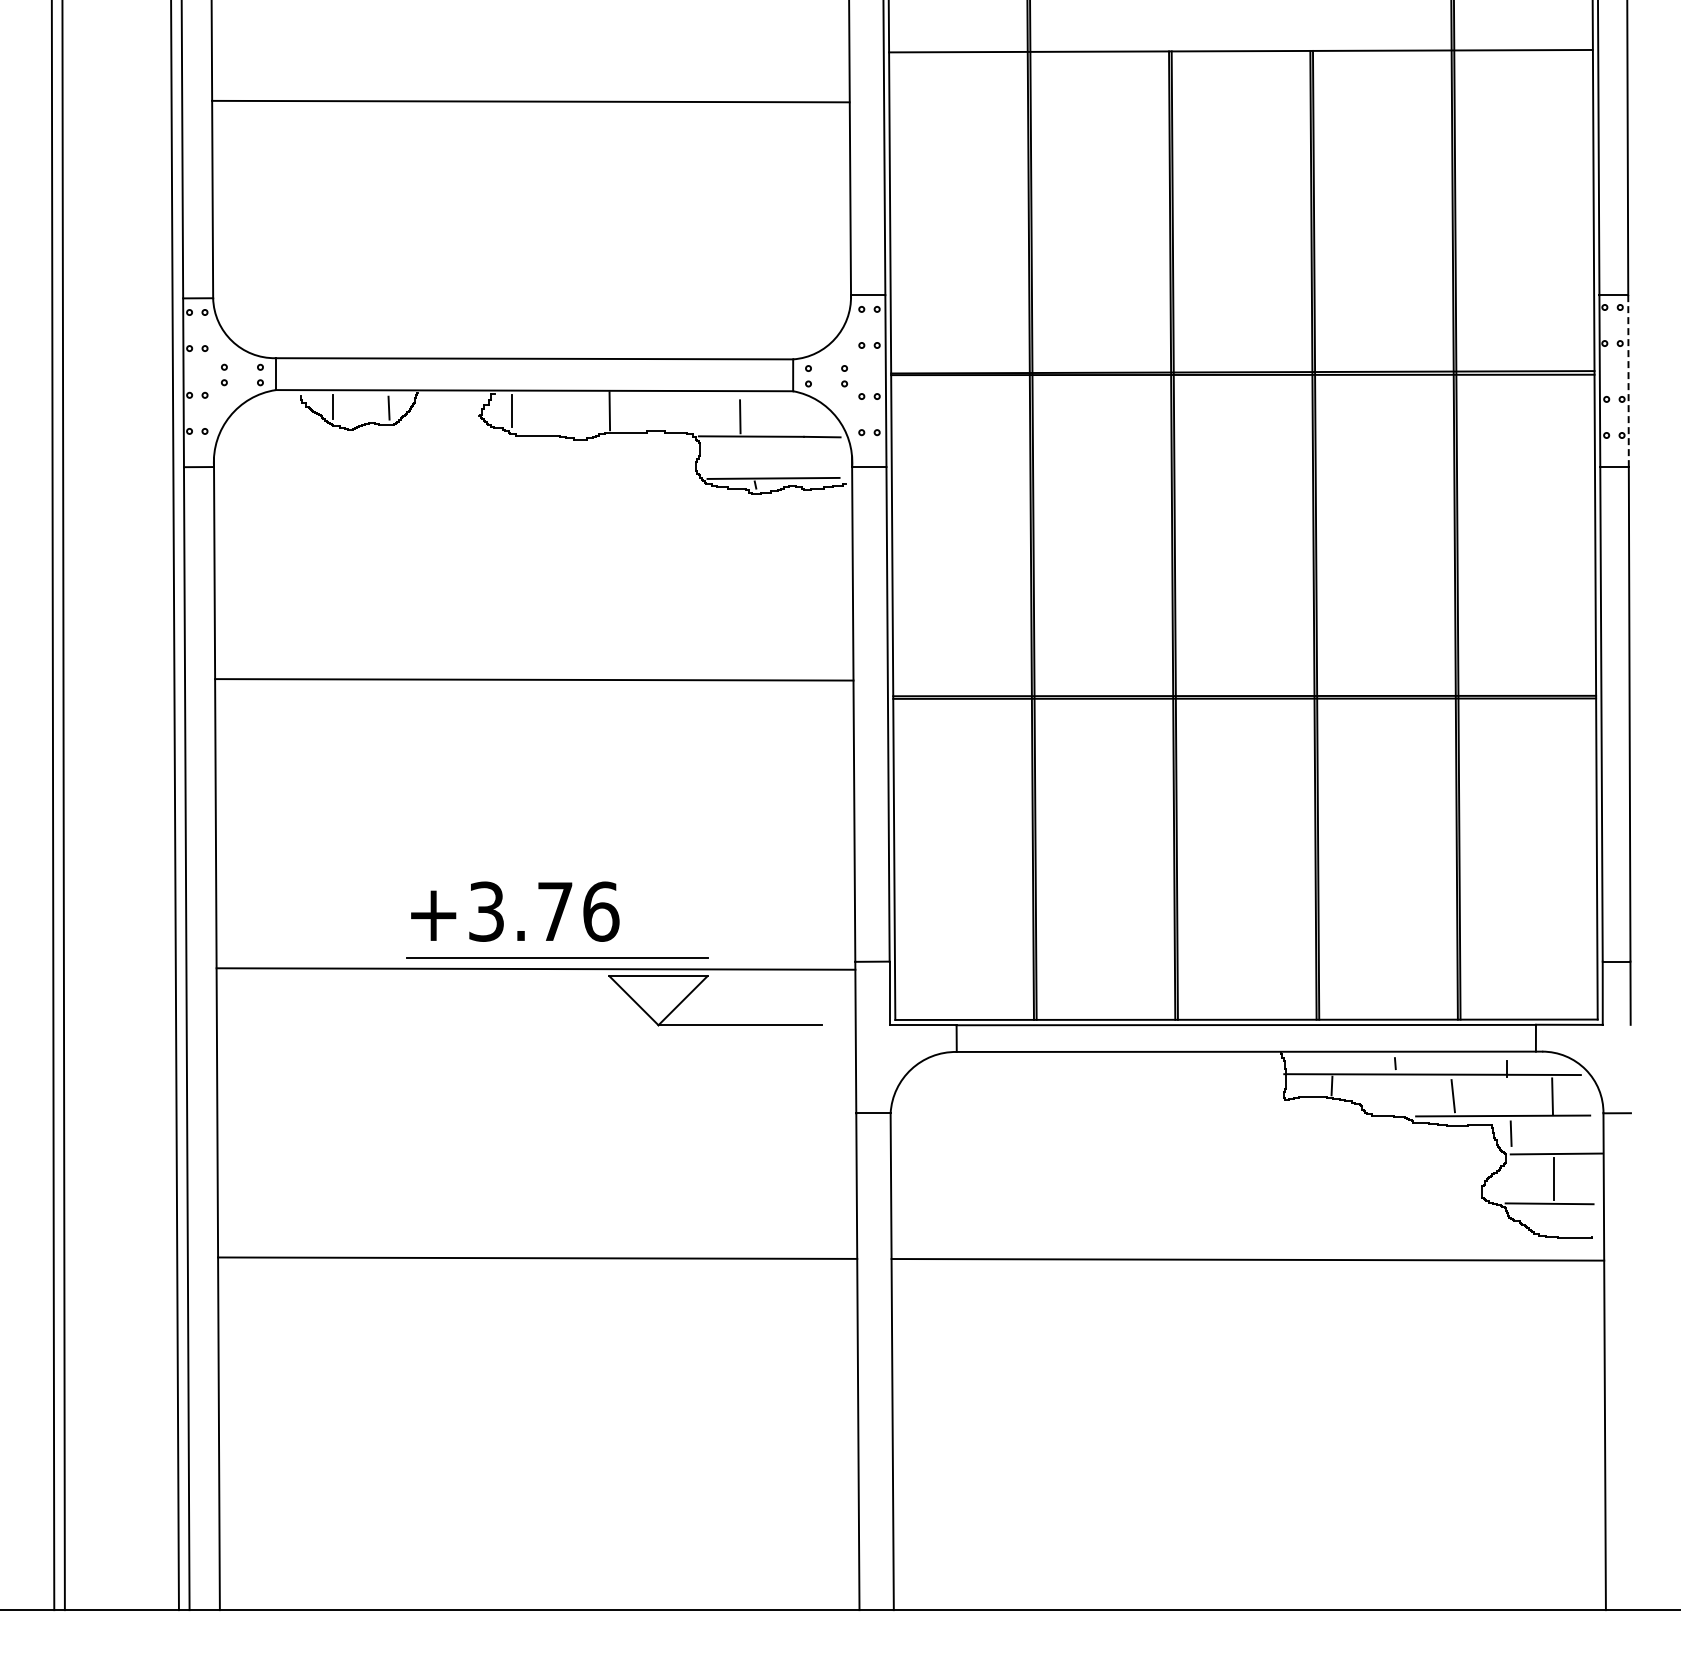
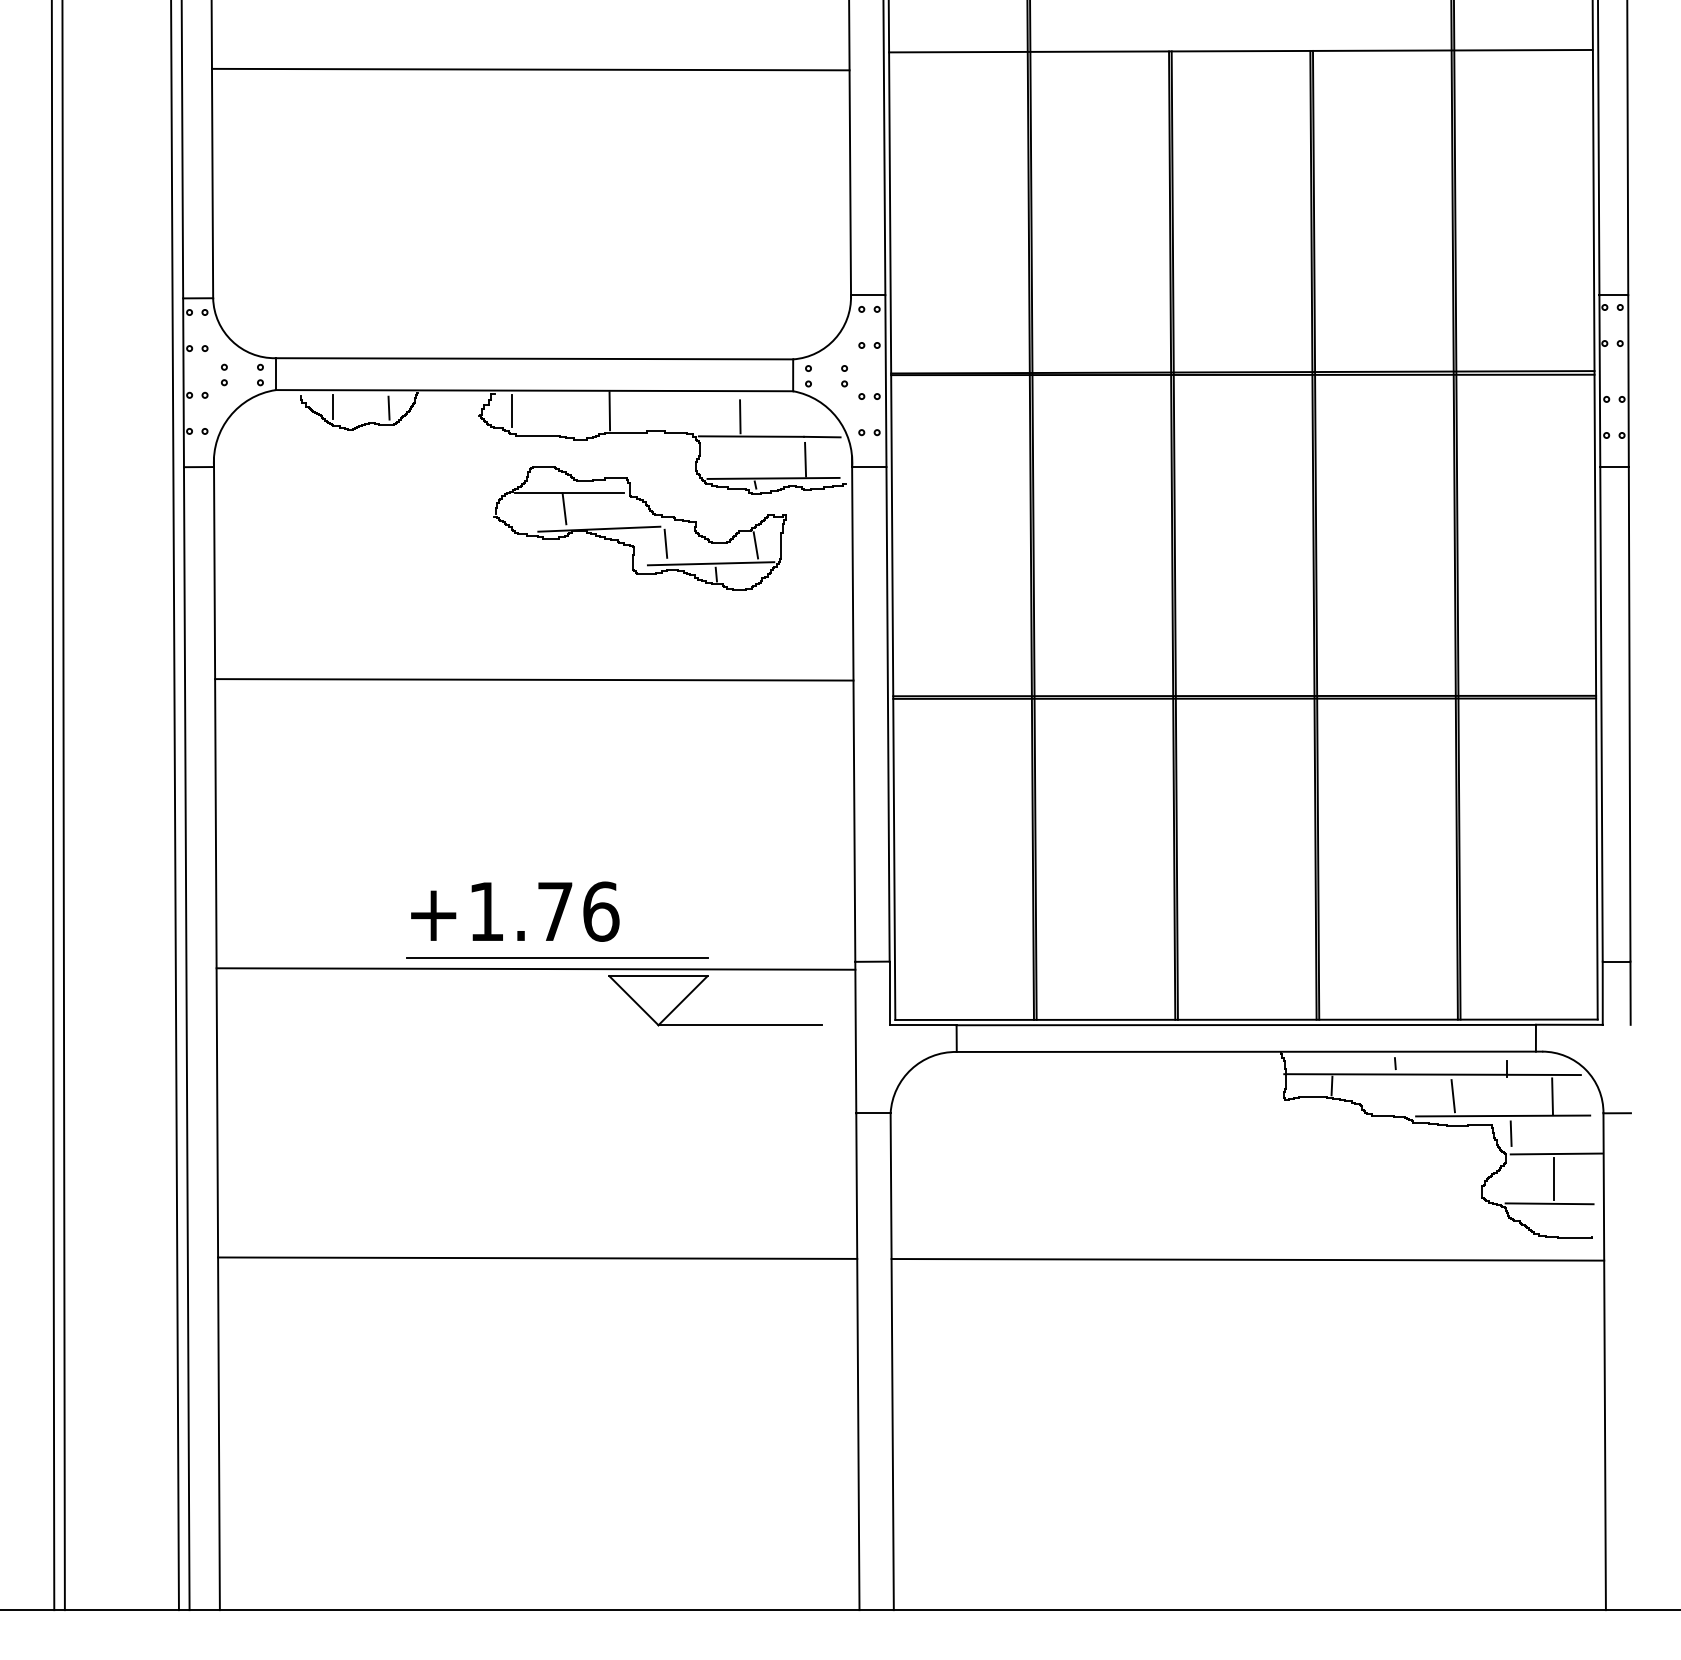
line at (530, 101) position: (530, 101) -> (530, 69)
line at (1628, 381): dashed -> solid
line at (805, 459): none -> present
part at (639, 528): none -> present
text at (486, 911): +3.76 -> +1.76
